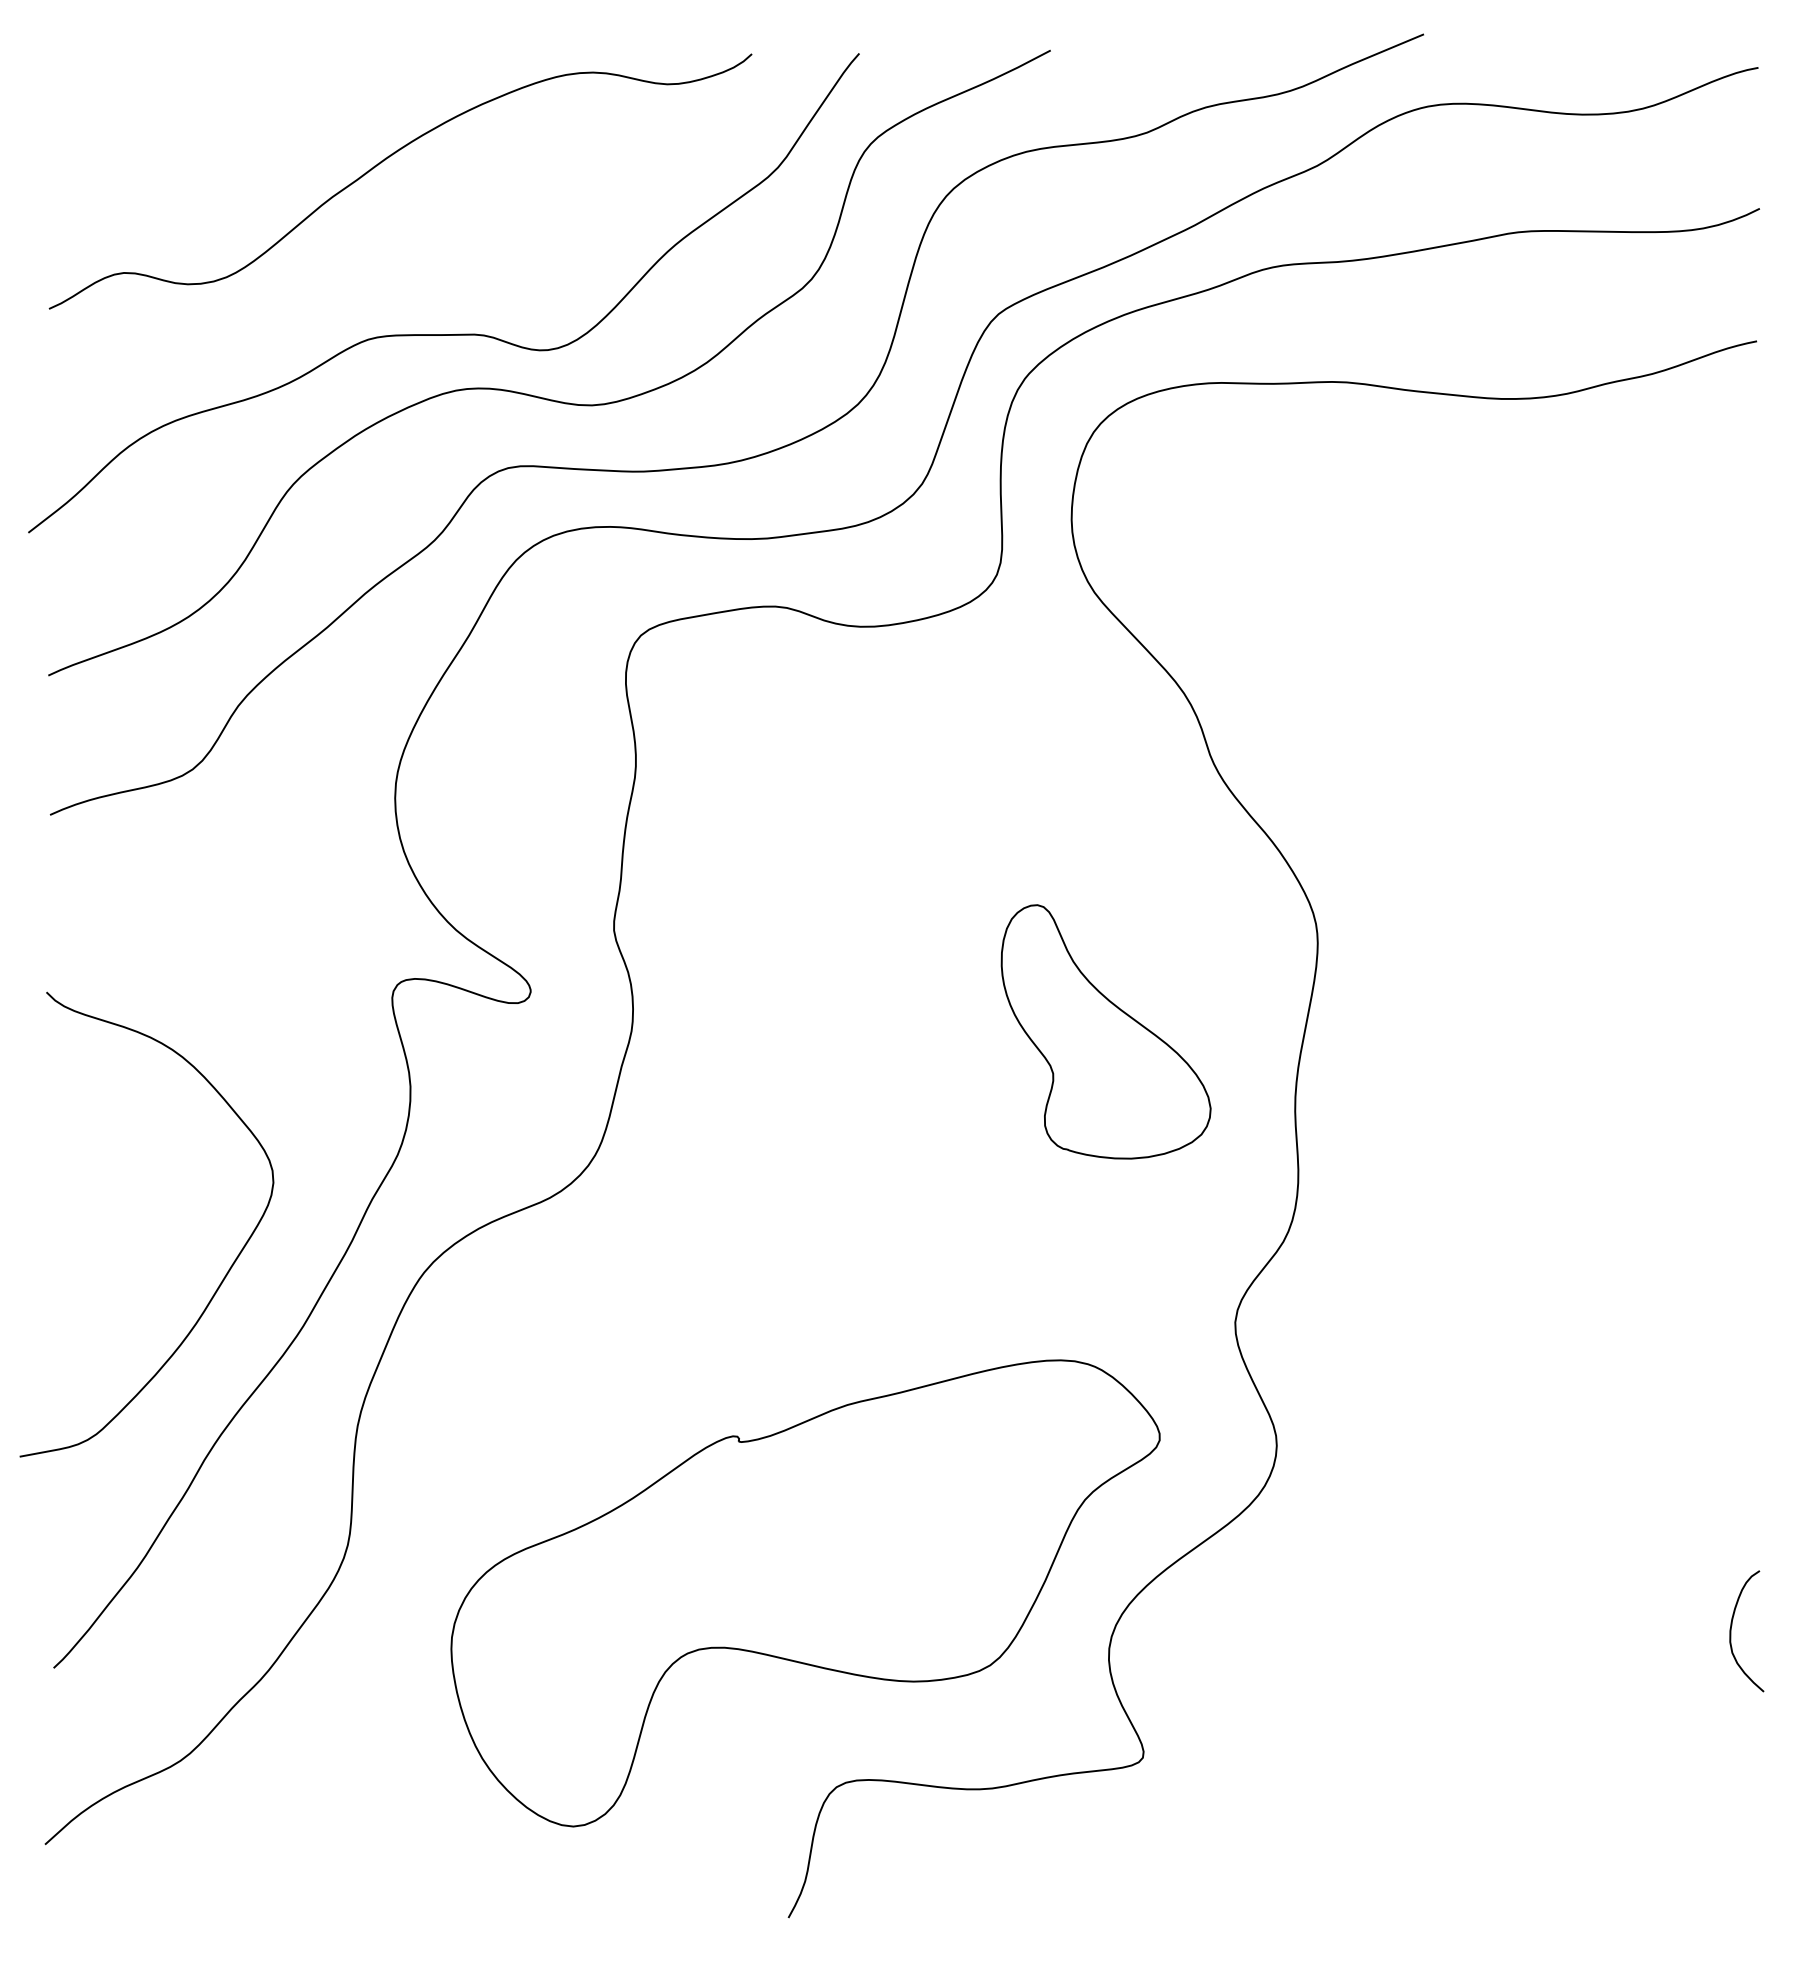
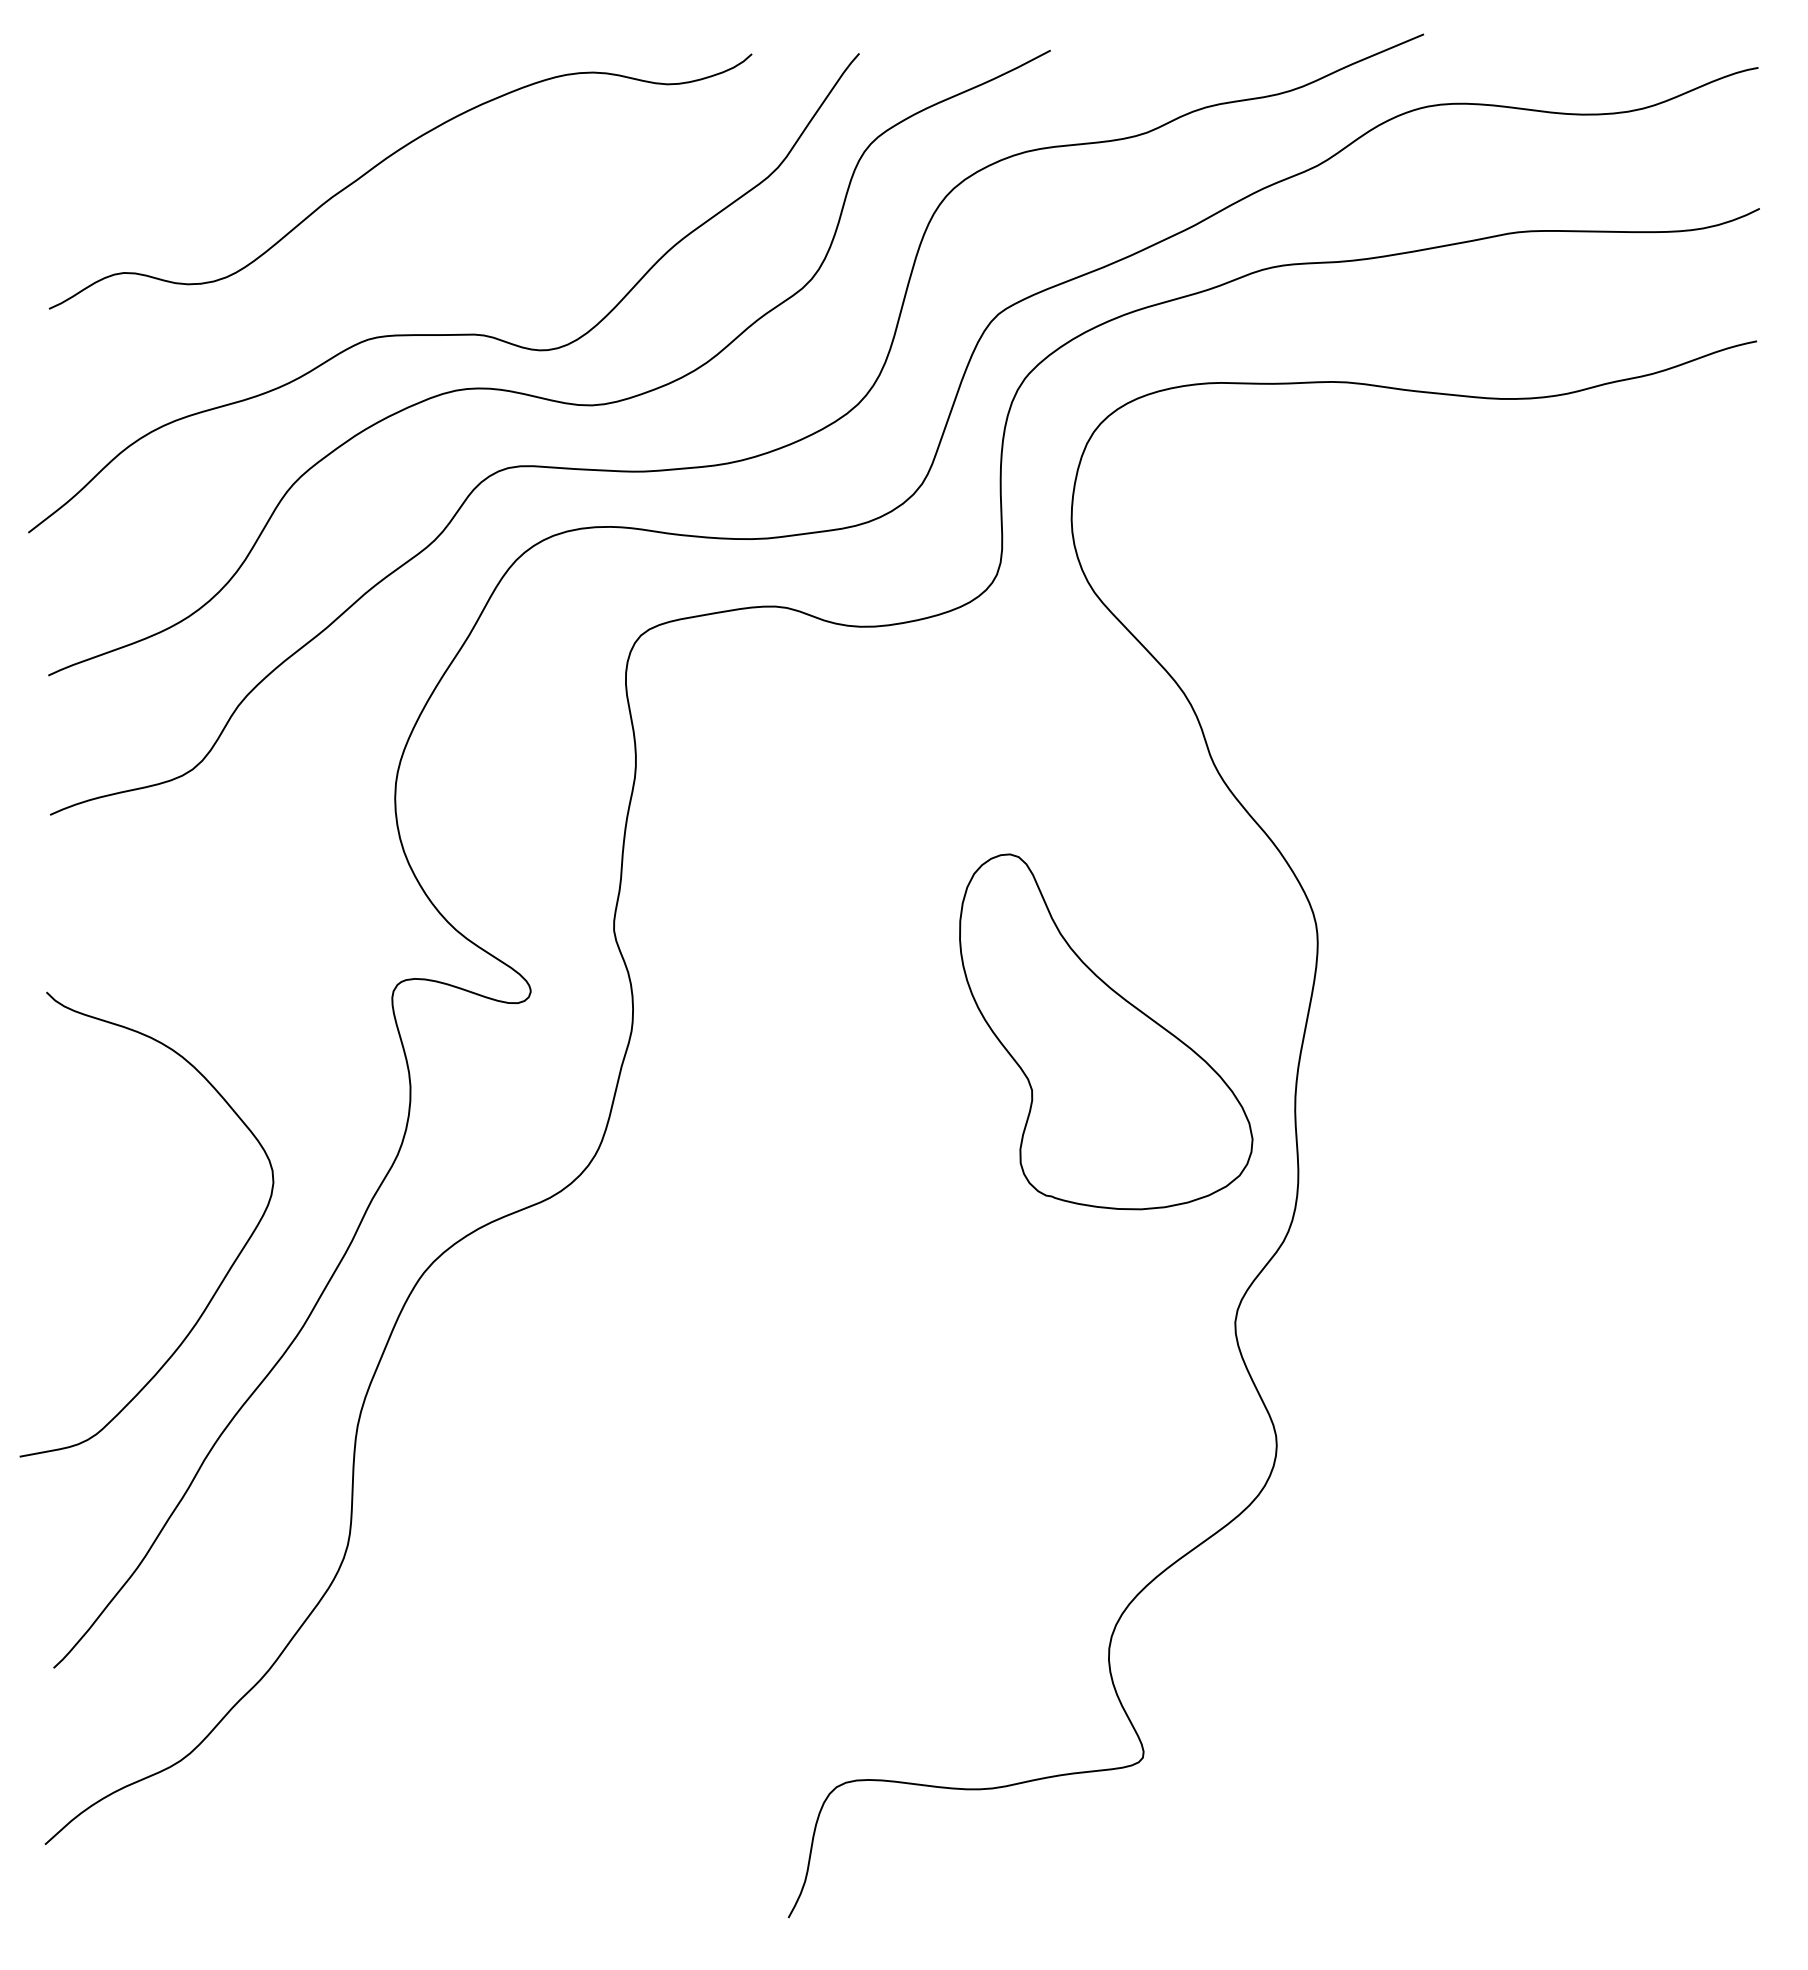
part at (1105, 1031) size: 212x256 px -> 295x358 px
part at (805, 1593): present -> none
curve at (1731, 1631): present -> none
